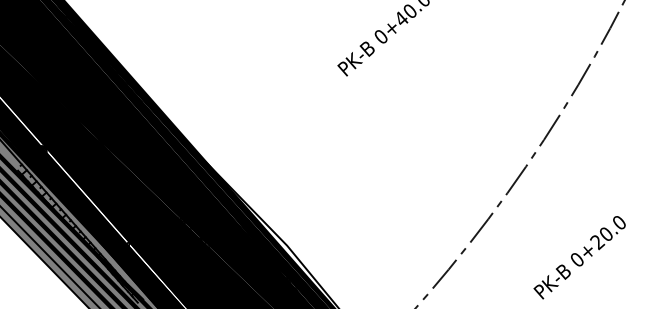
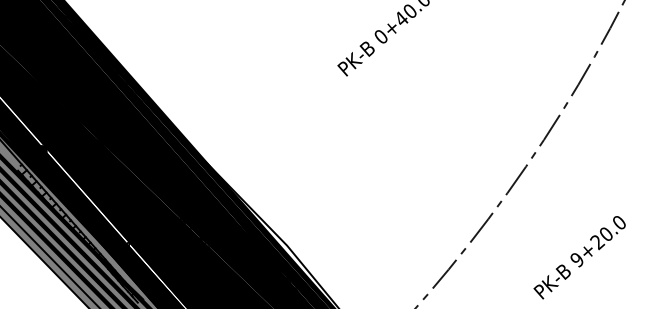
text at (576, 260): 0+20.0 -> 9+20.0
